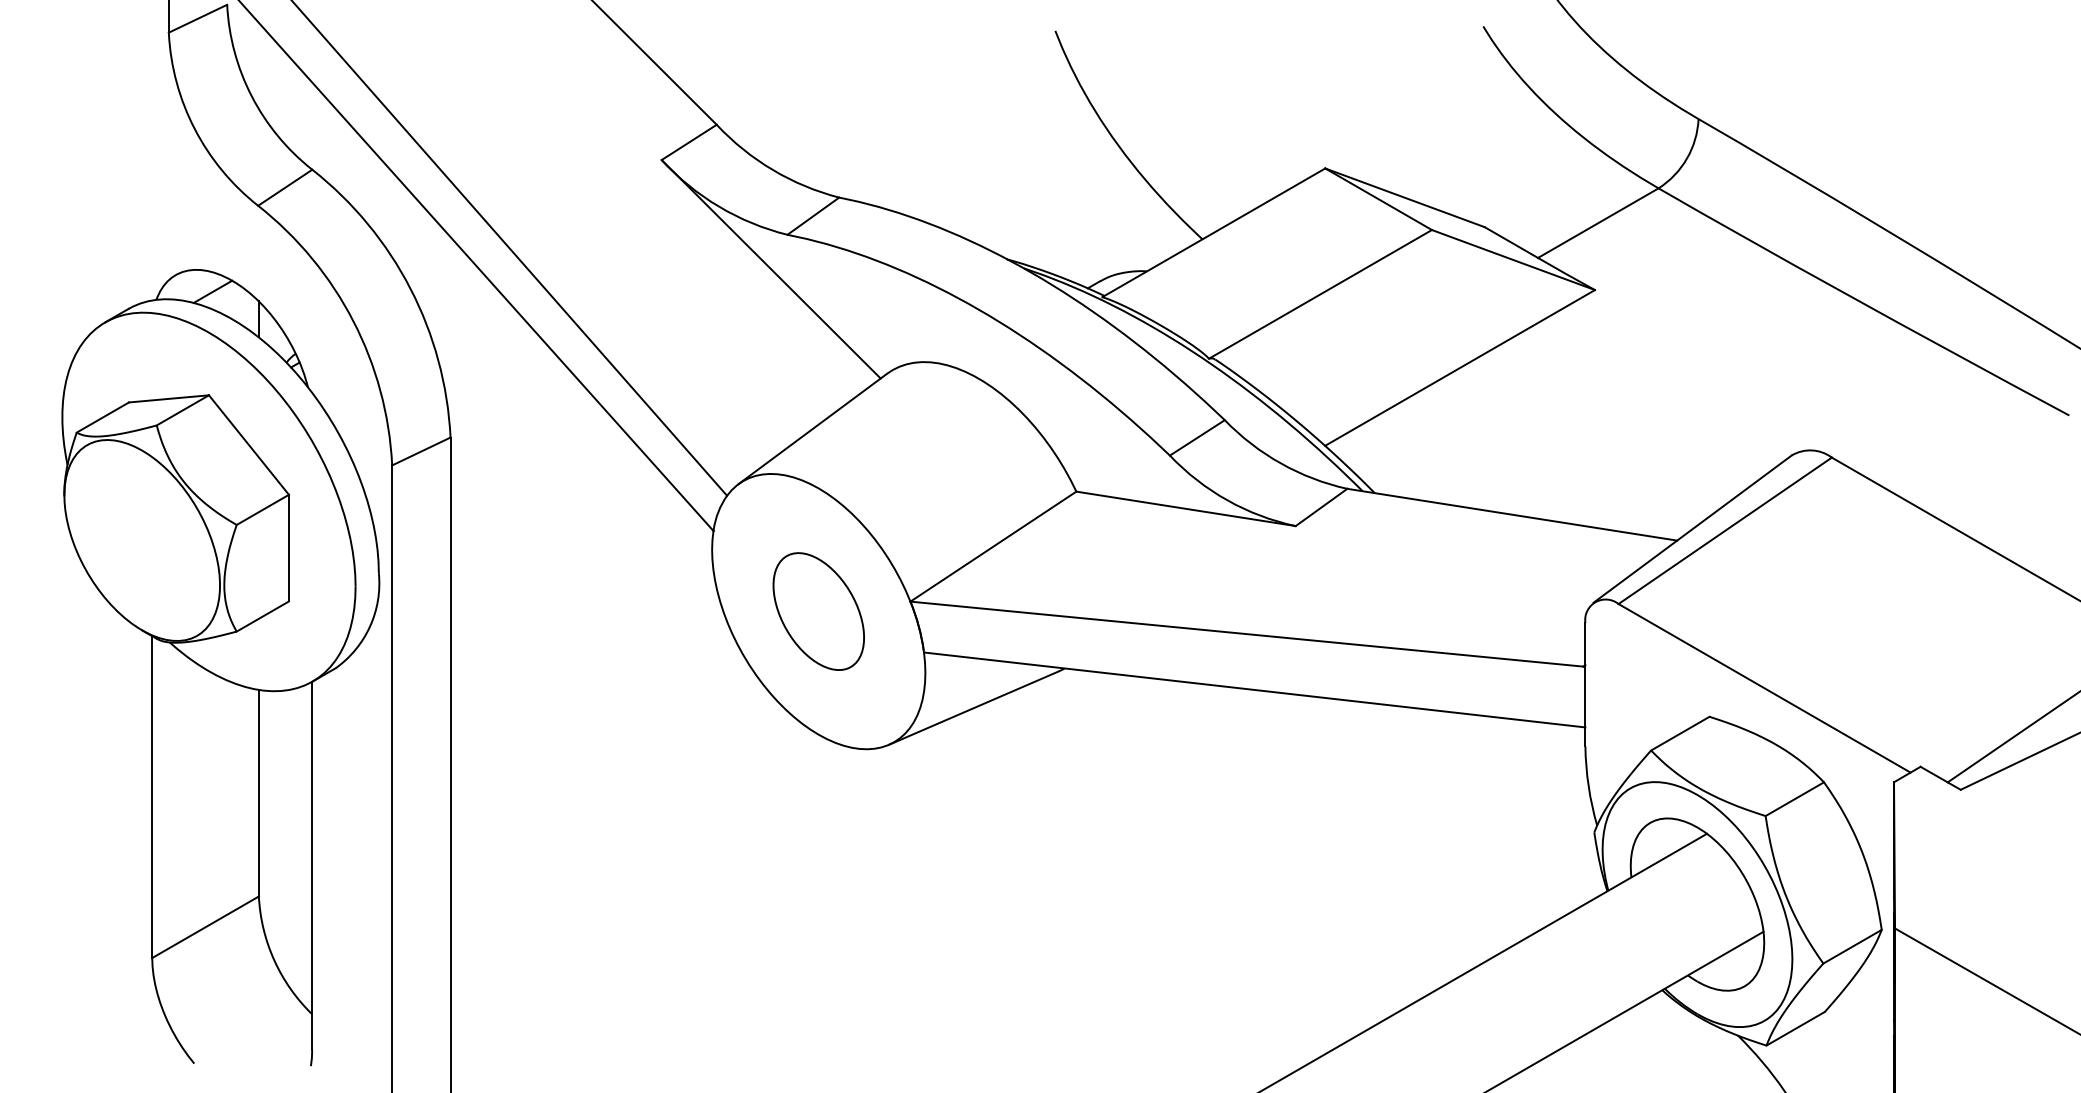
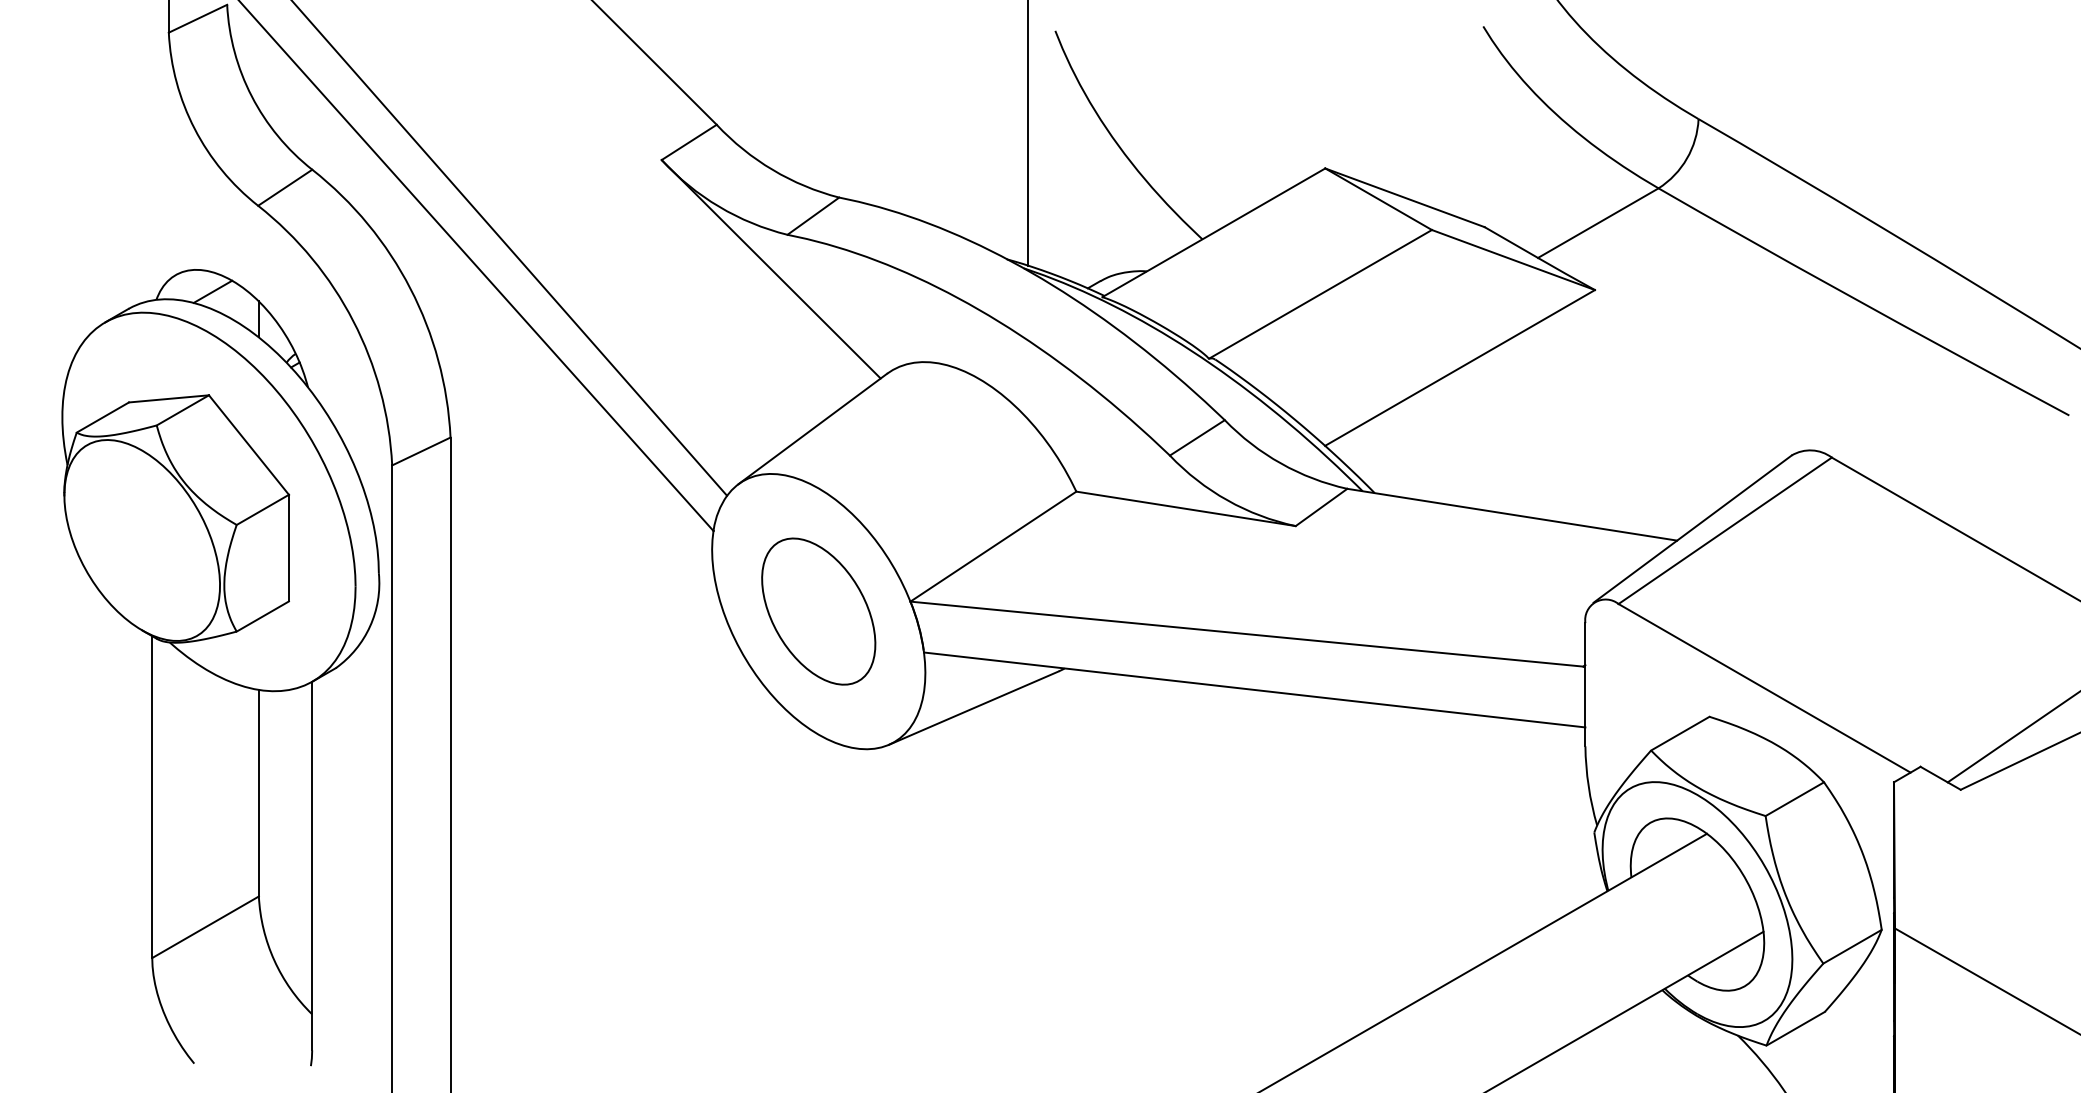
line at (1028, 133): none -> present
part at (818, 611) size: 93x119 px -> 116x149 px
